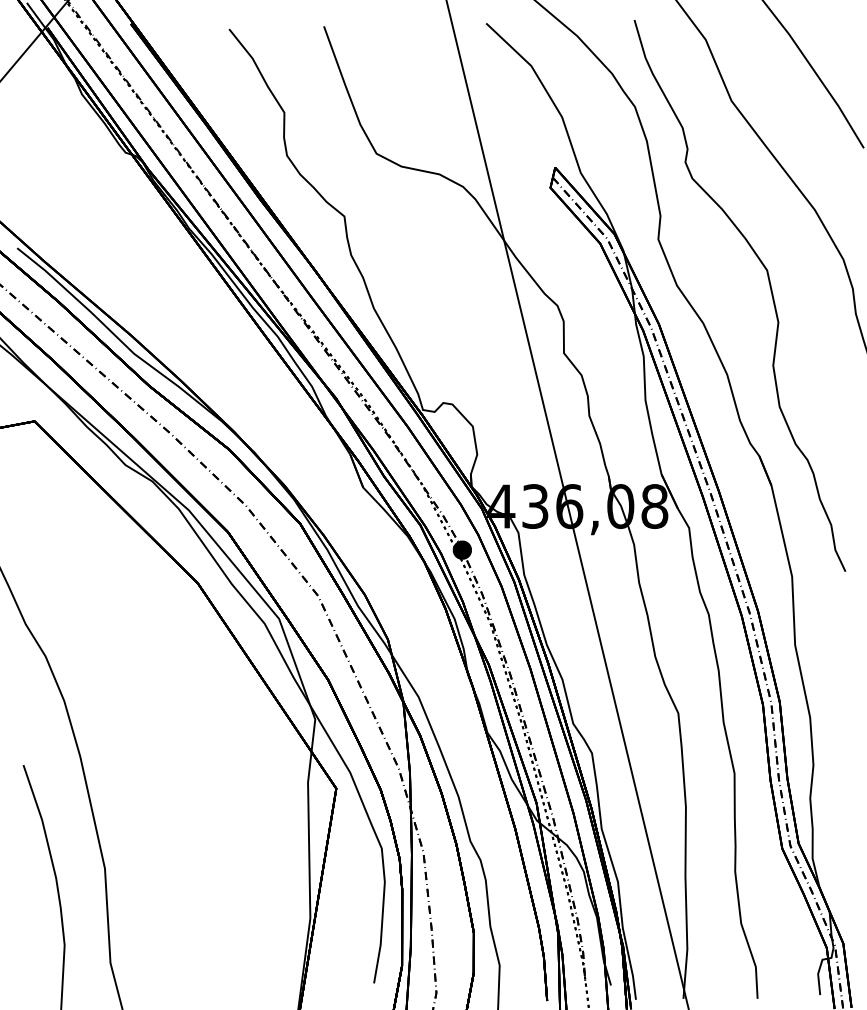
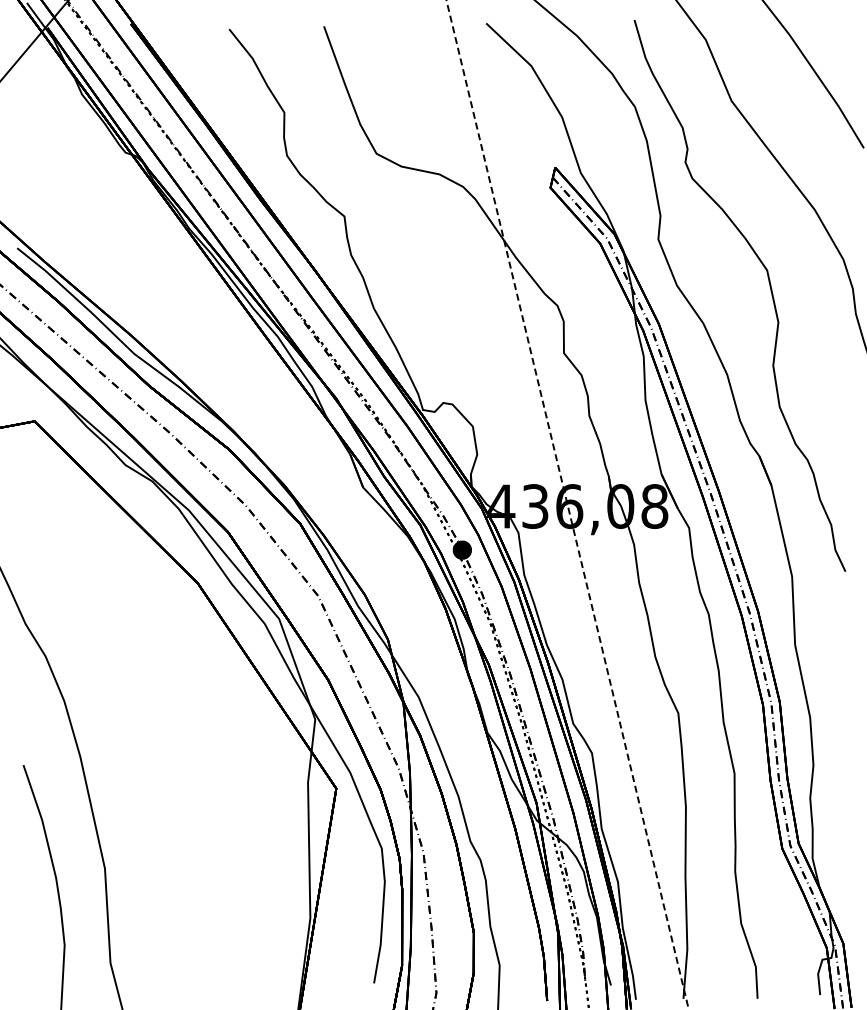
line at (567, 504): solid -> dashed
